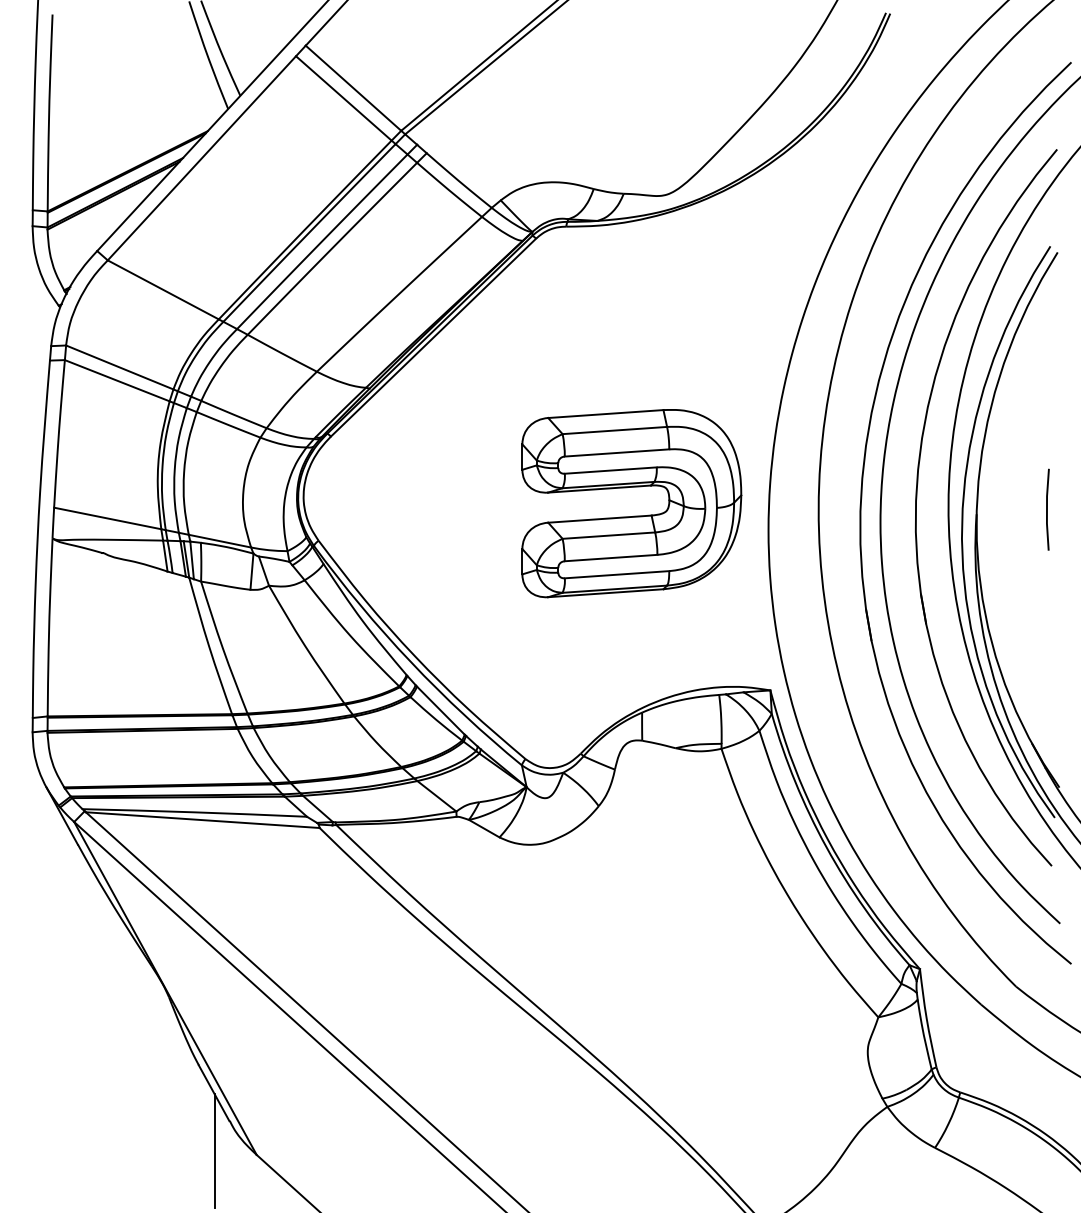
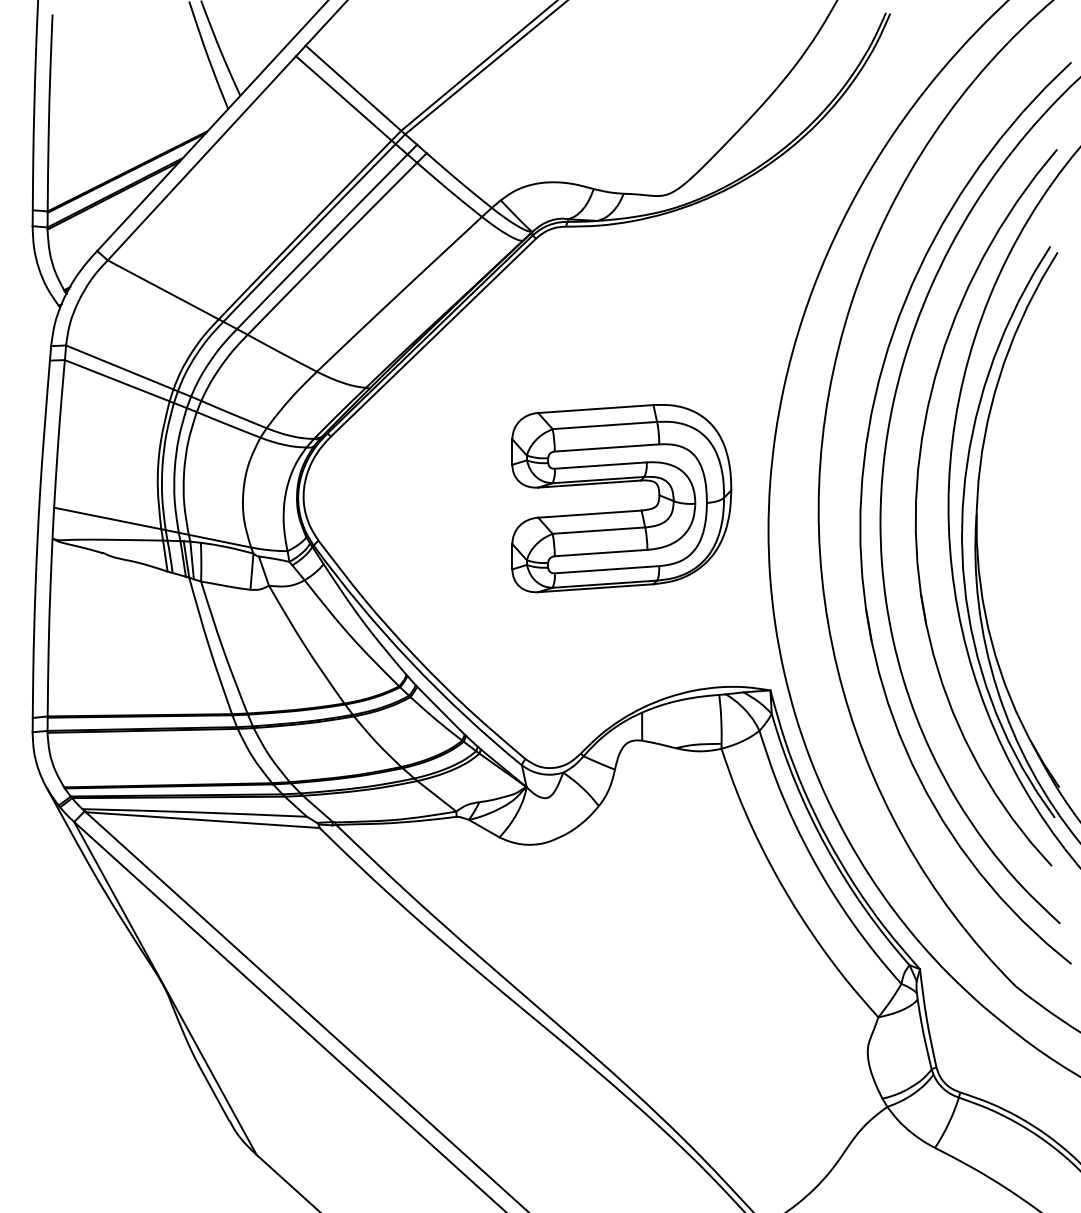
line at (1047, 509): present -> none
part at (633, 515) position: (633, 515) -> (623, 510)
line at (214, 1151): present -> none
